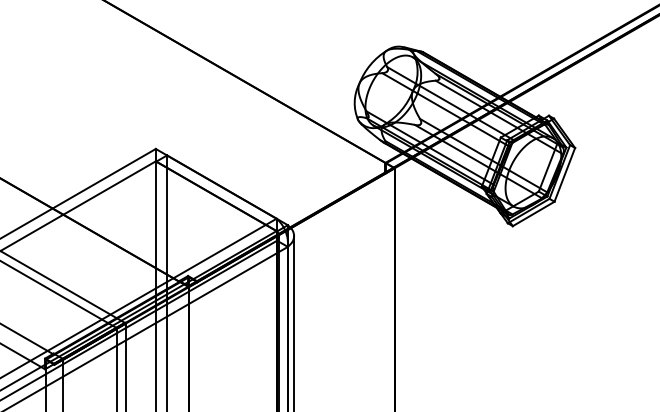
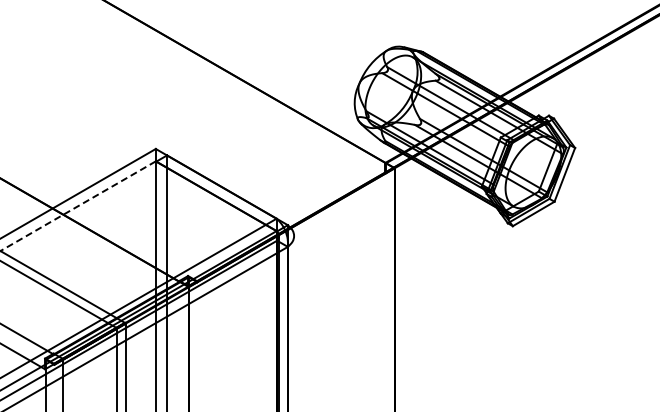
line at (77, 206): solid -> dashed
line at (294, 322): present -> none
